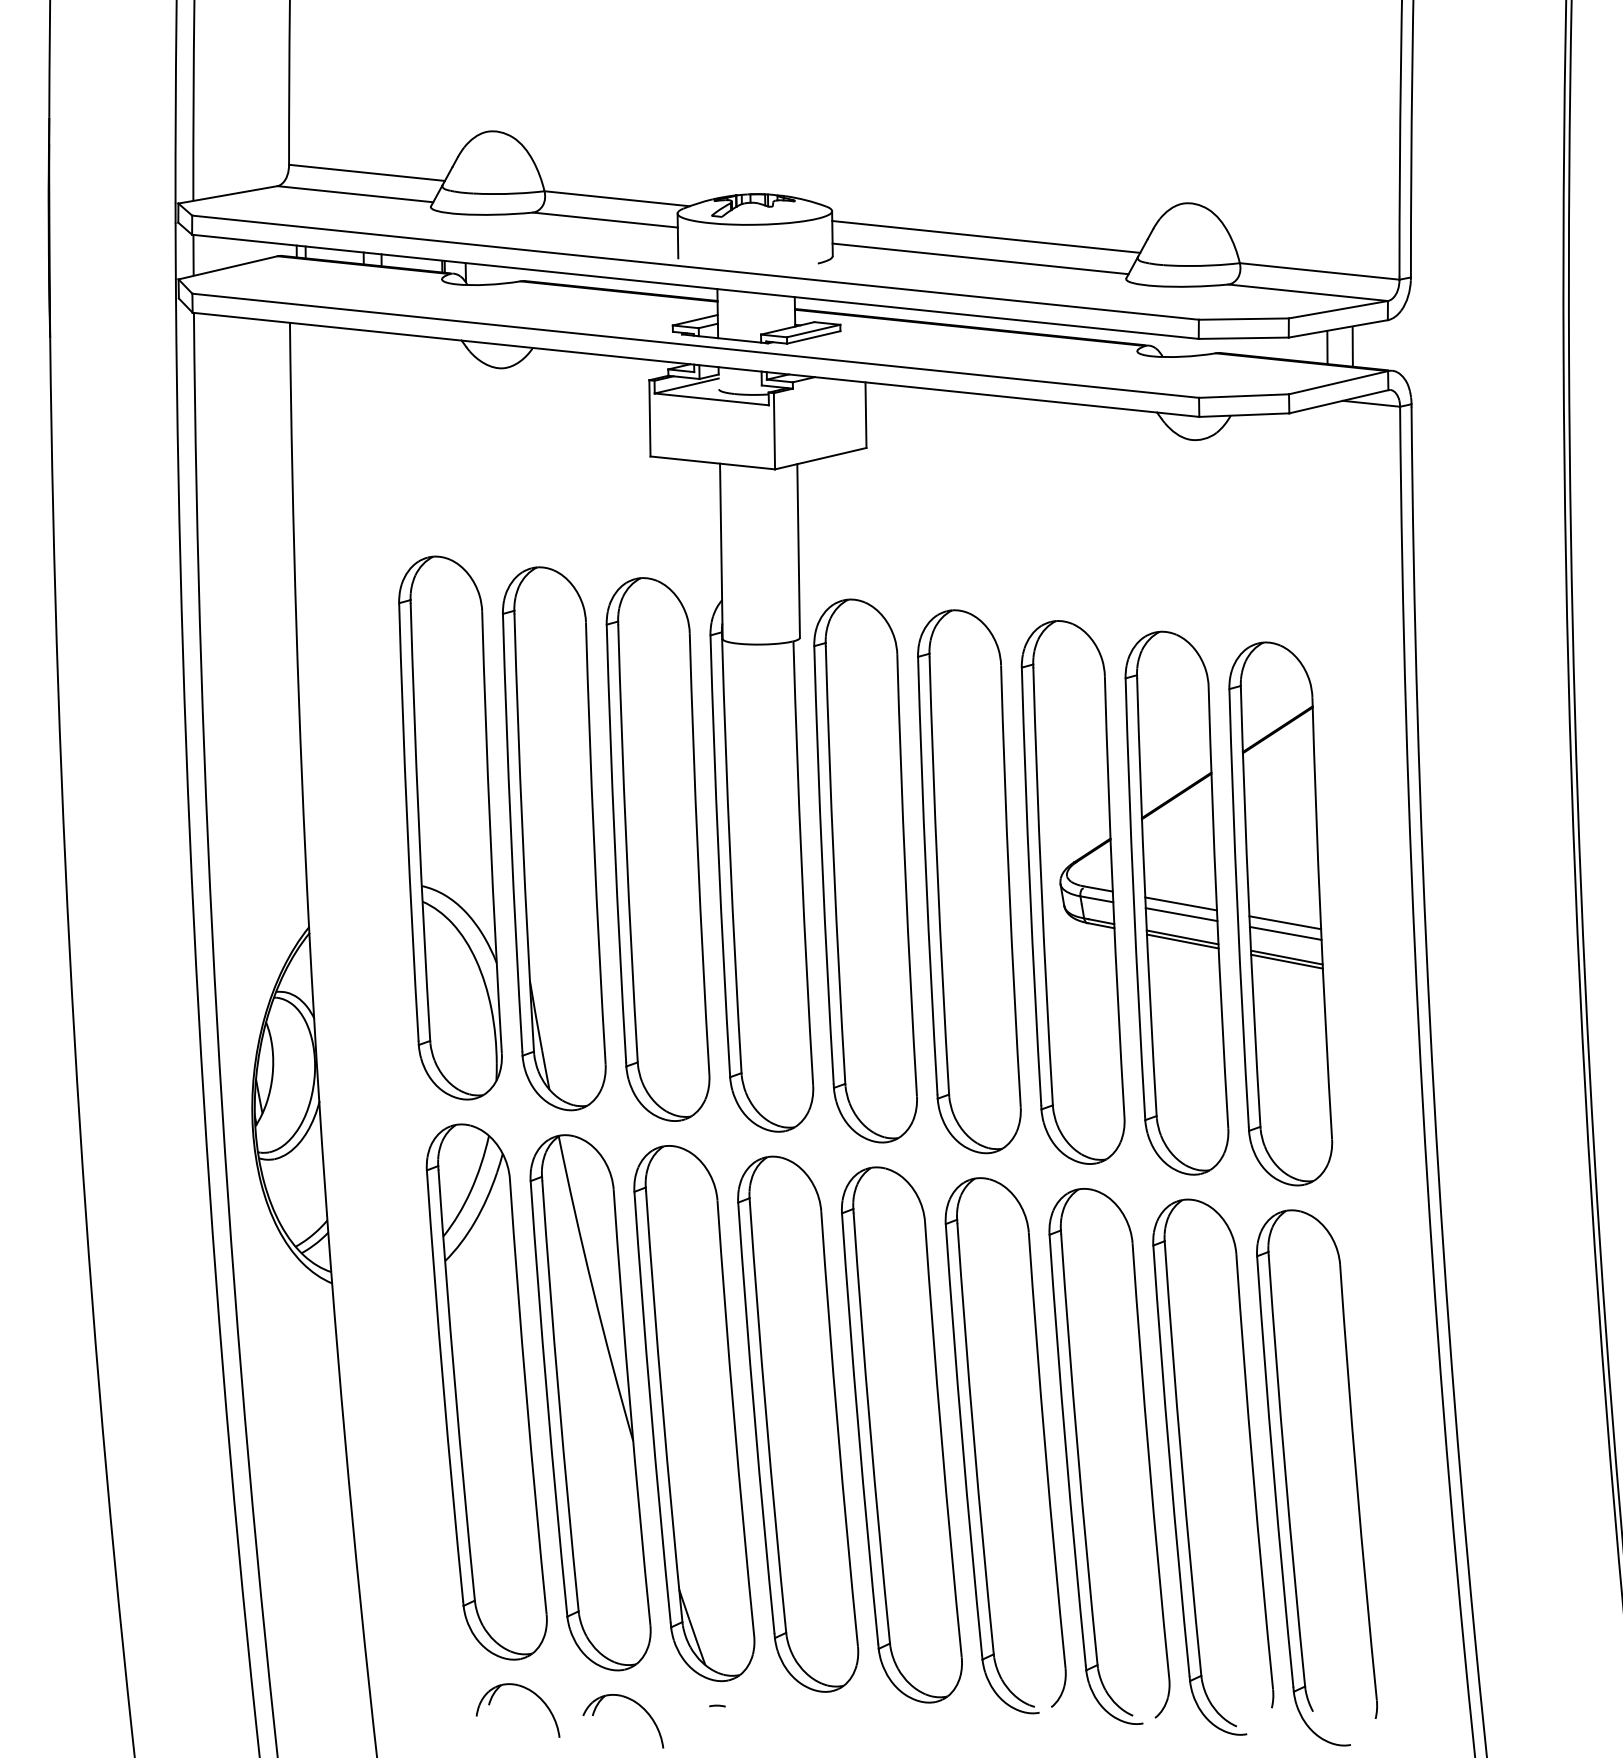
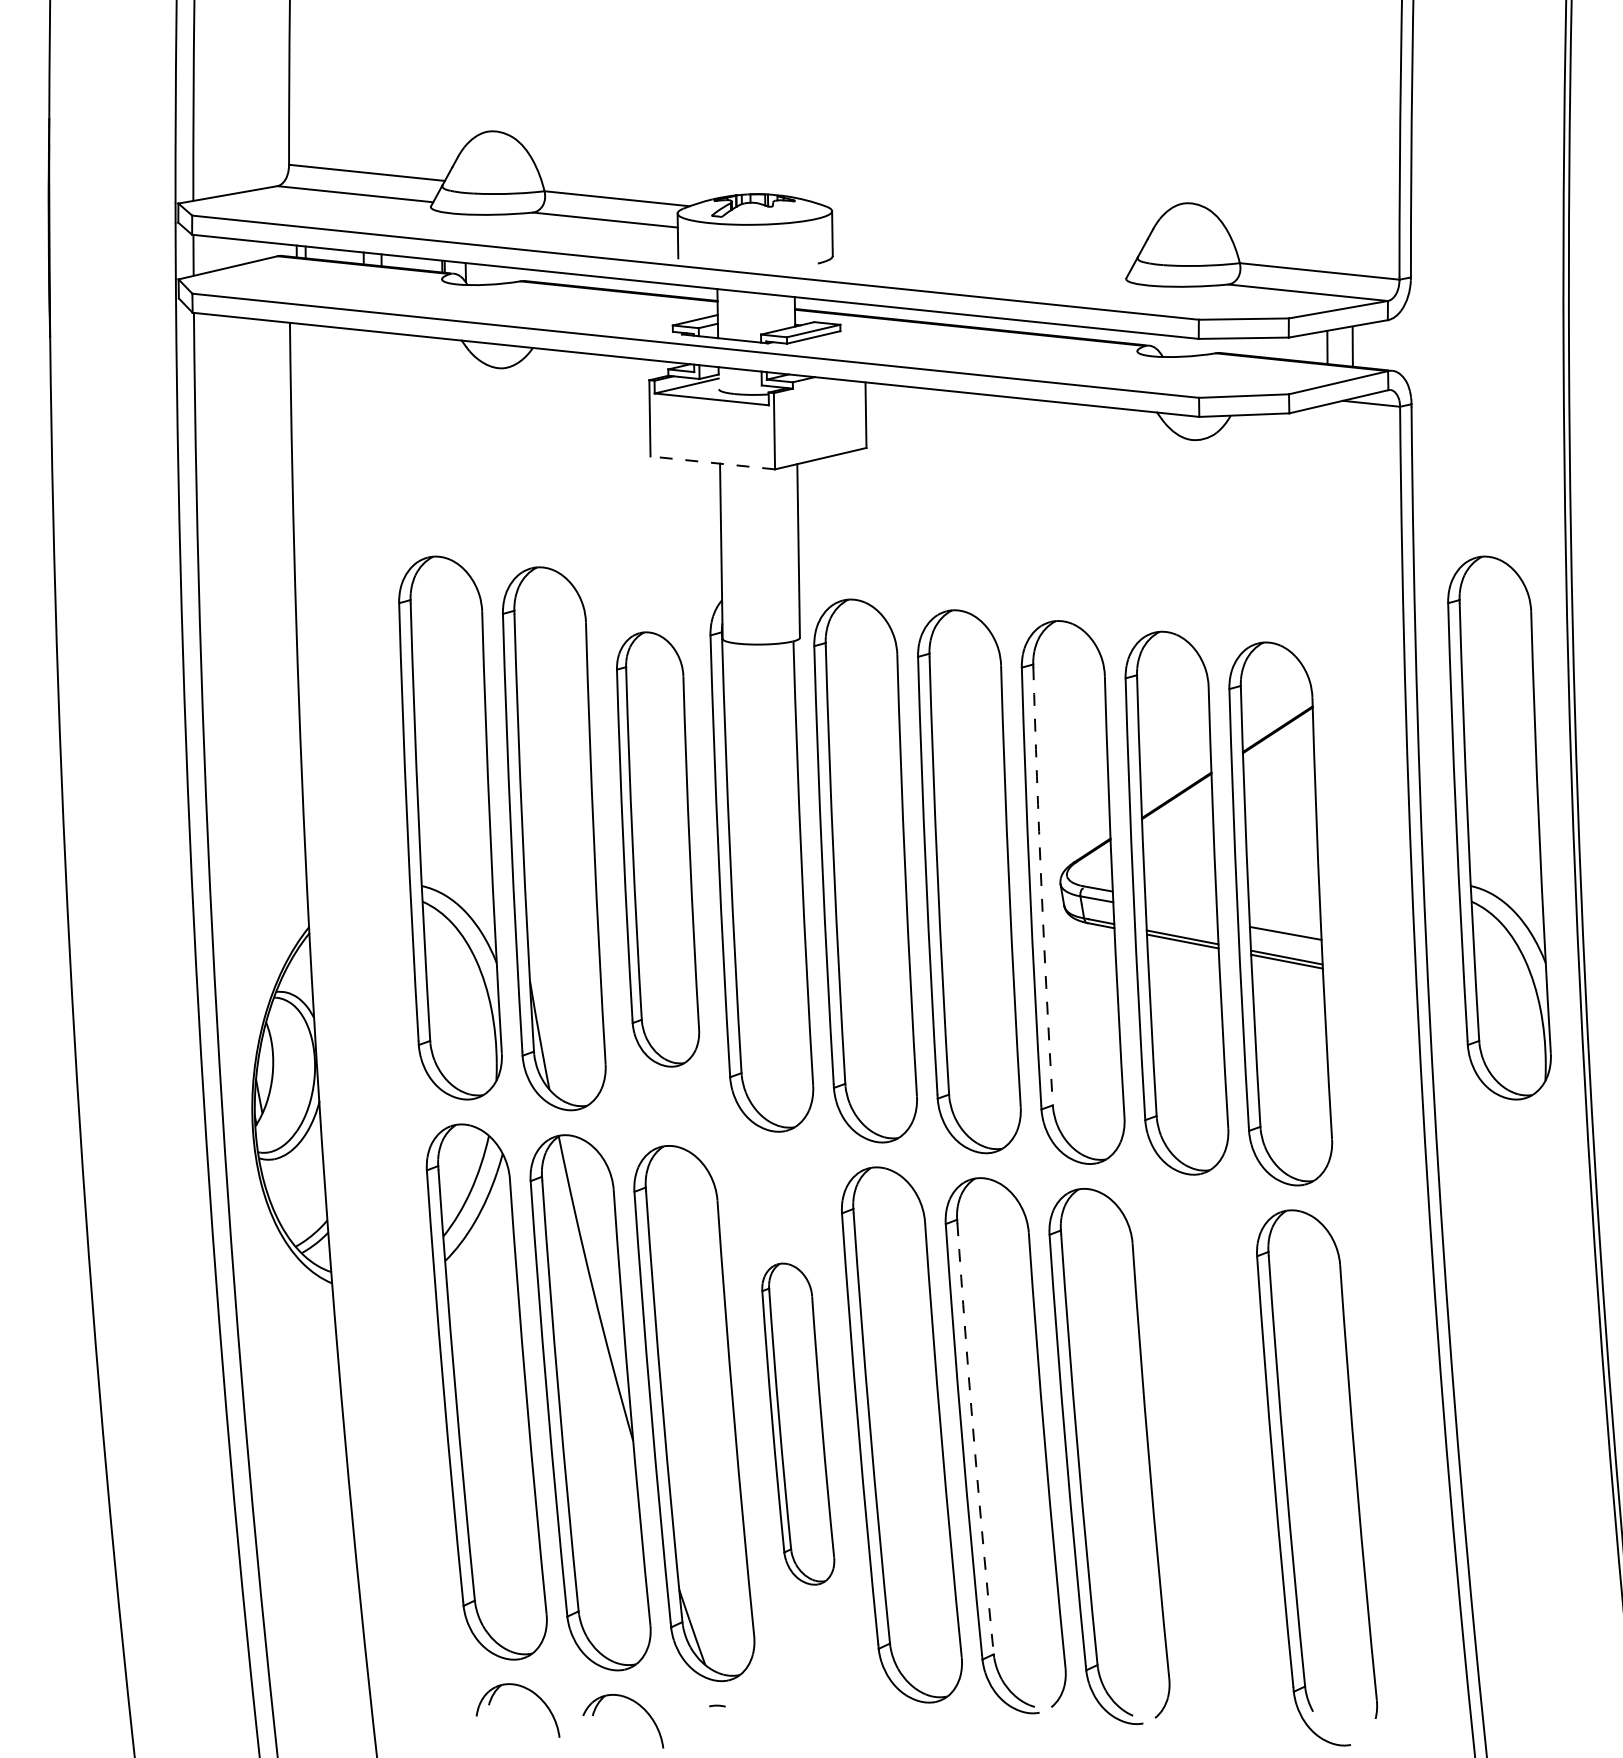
line at (986, 236): present -> none
line at (980, 258): present -> none
line at (712, 462): solid -> dashed
part at (1499, 827): none -> present
part at (657, 849) size: 106x545 px -> 85x437 px
arc at (1041, 886): solid -> dashed
line at (1180, 903): present -> none
line at (1181, 914): present -> none
line at (1285, 922): present -> none
part at (798, 1423) size: 123x538 px -> 75x324 px
arc at (973, 1438): solid -> dashed
part at (1183, 1467): present -> none
